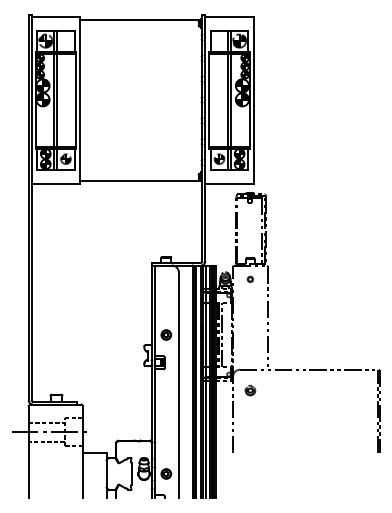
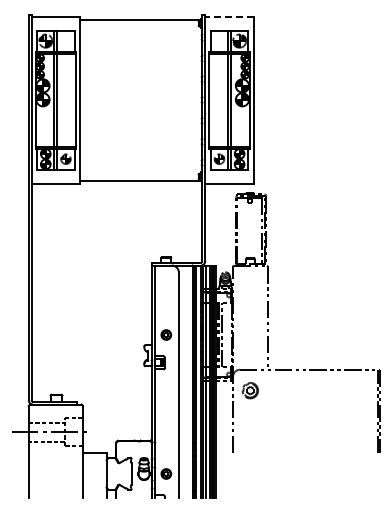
line at (229, 16): solid -> dashed
part at (249, 279): present -> none
part at (250, 390) size: 13x13 px -> 18x18 px
